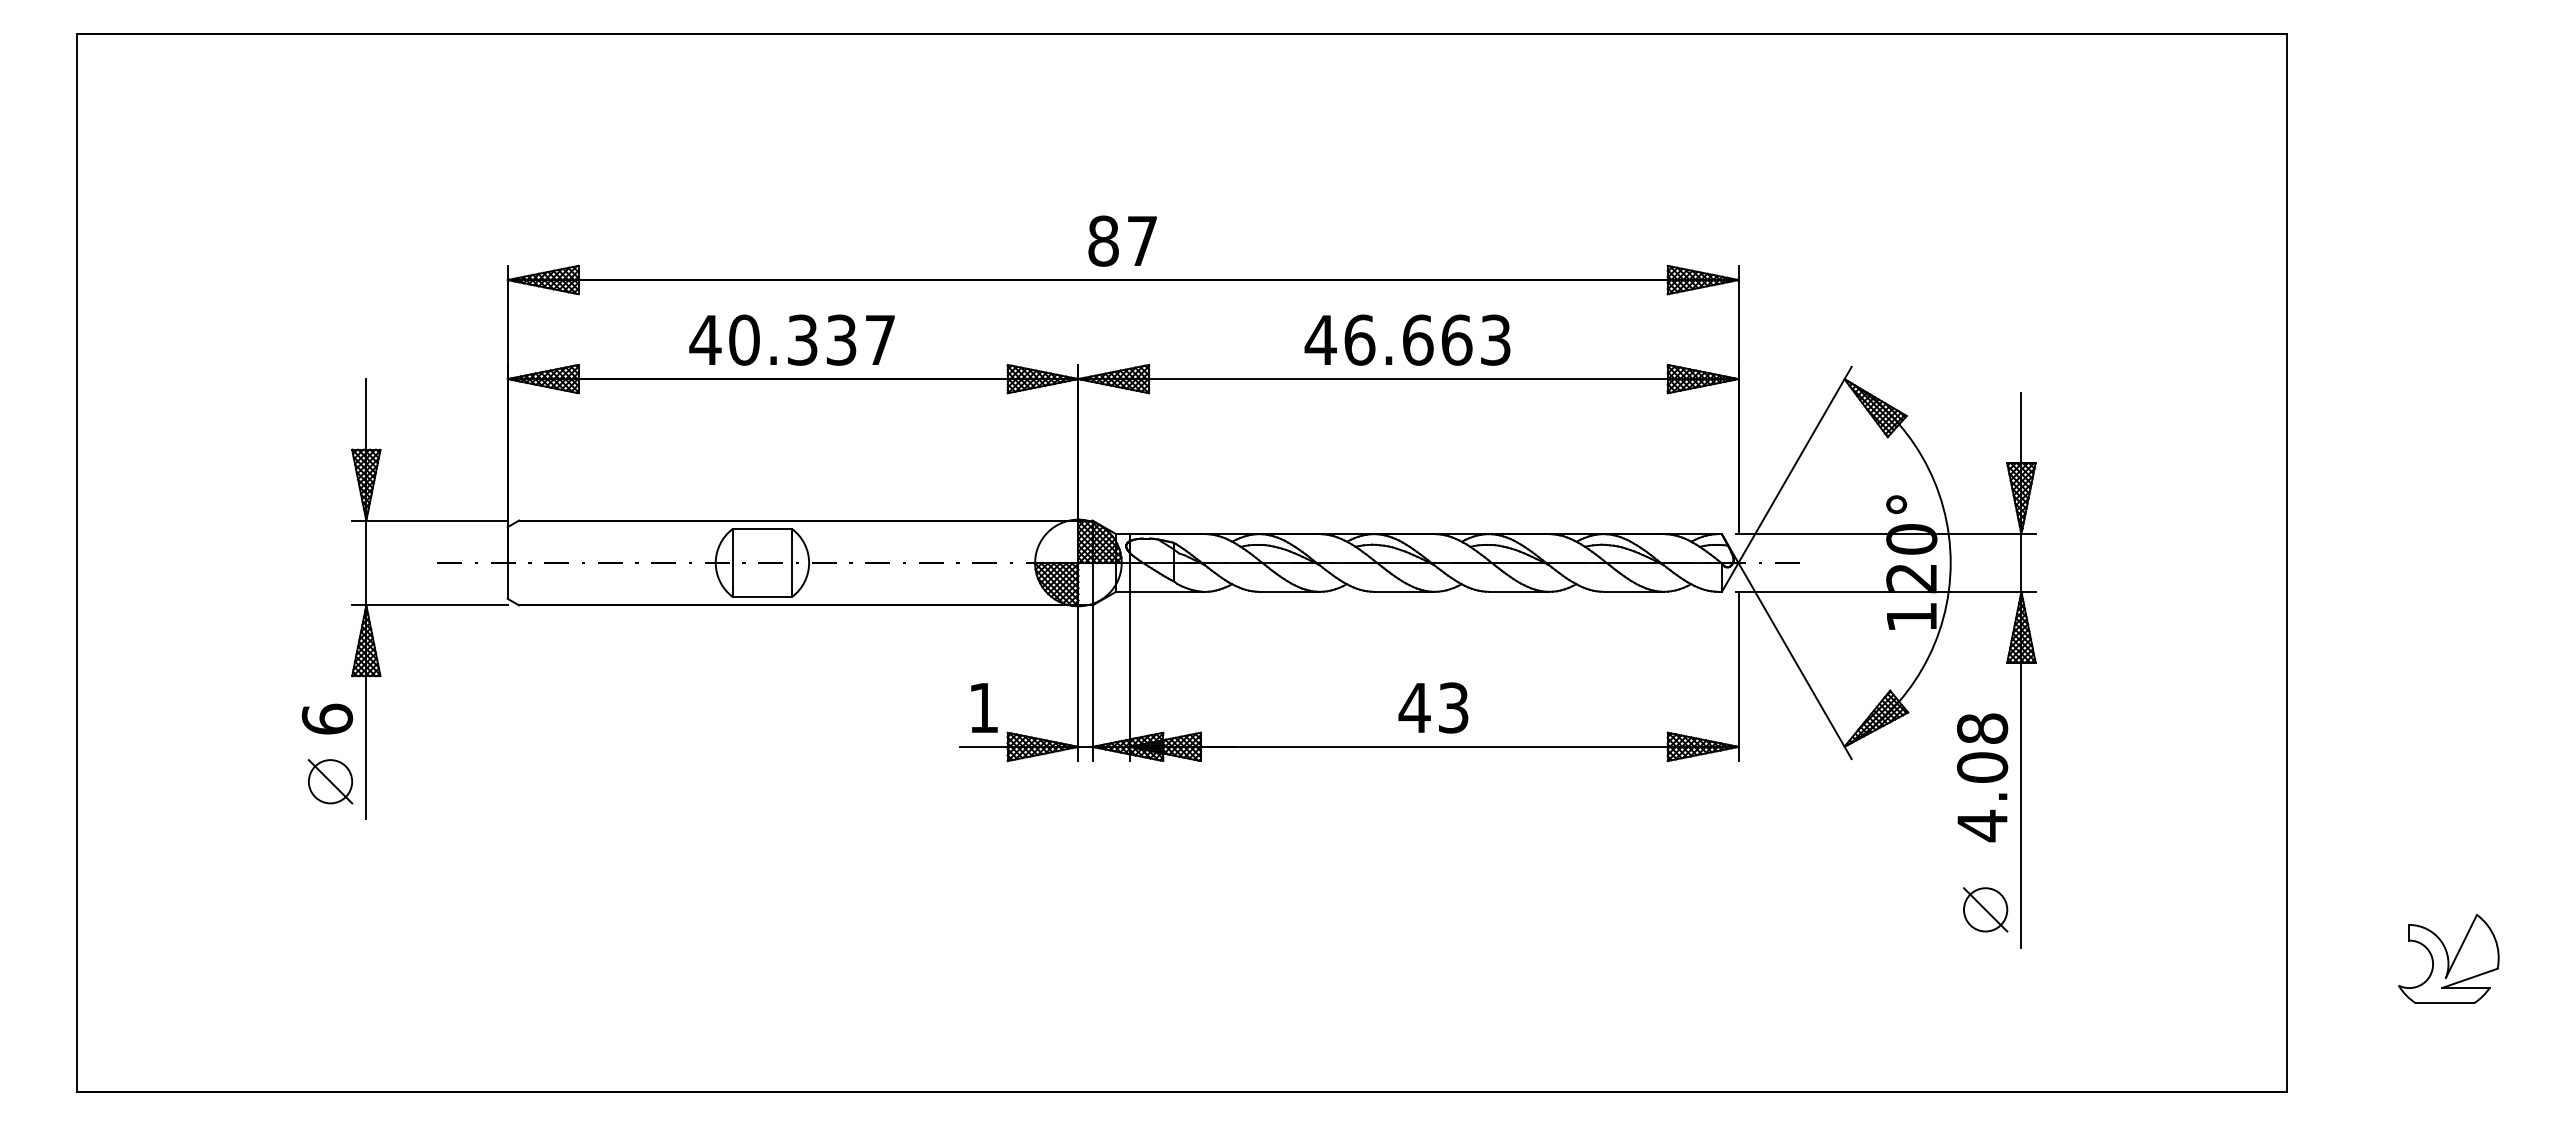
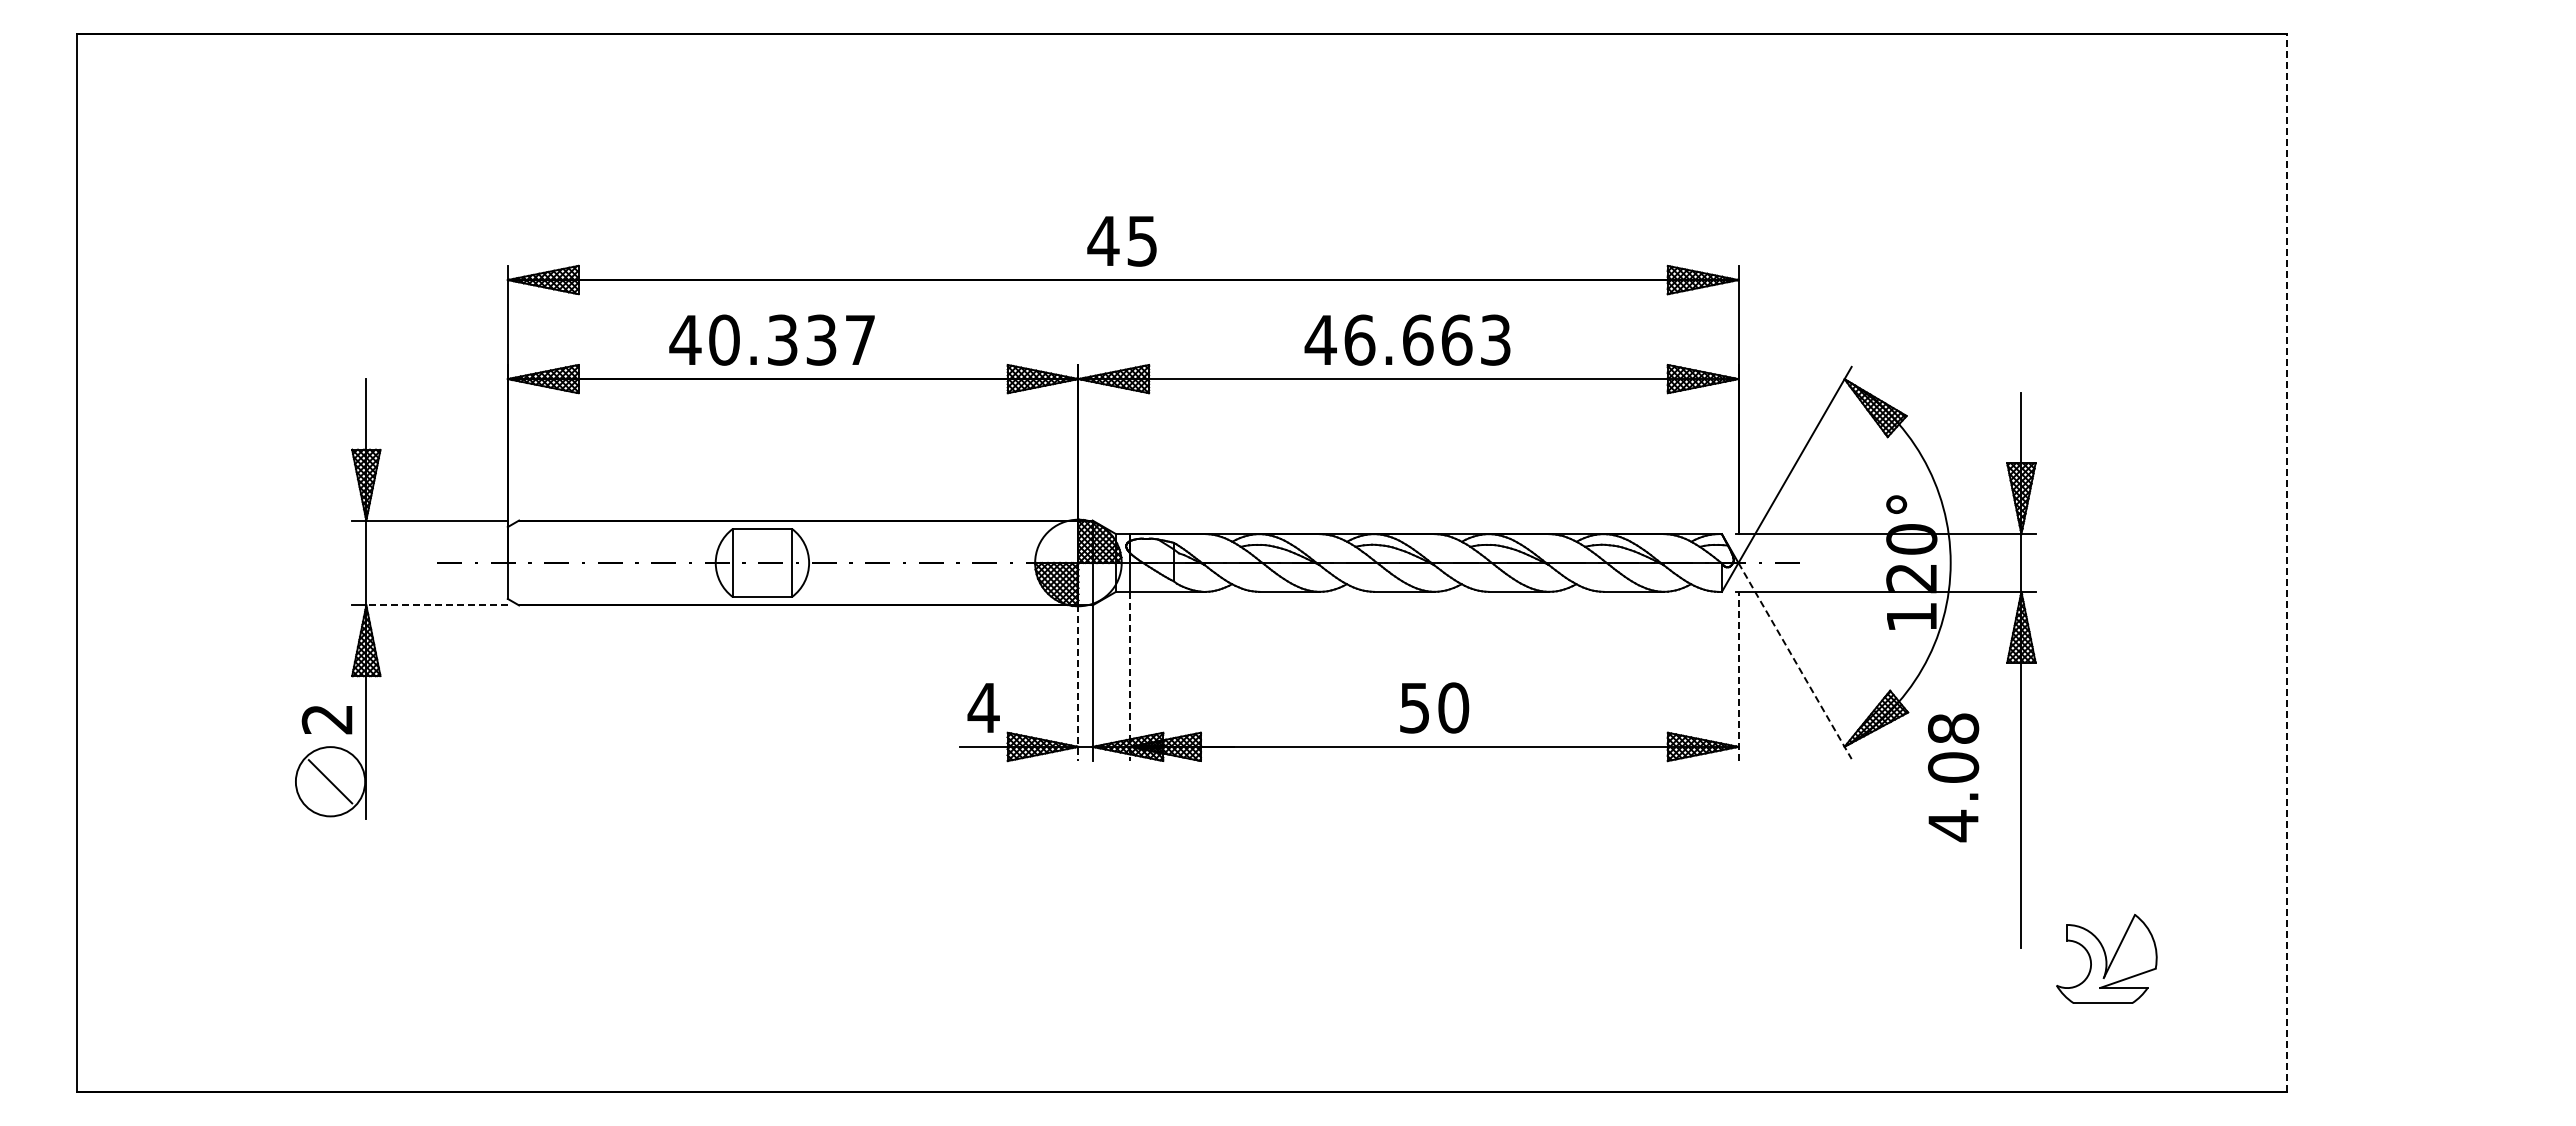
text at (1121, 240): 87 -> 45
text at (791, 339) position: (791, 339) -> (771, 339)
line at (2286, 562): solid -> dashed
line at (437, 605): solid -> dashed
line at (1795, 661): solid -> dashed
line at (1130, 676): solid -> dashed
line at (1738, 676): solid -> dashed
line at (1078, 683): solid -> dashed
text at (983, 707): 1 -> 4
text at (1433, 707): 43 -> 50
text at (327, 718): 6 -> 2
text at (1982, 777) position: (1982, 777) -> (1953, 777)
circle at (330, 781) diameter: 43 px -> 69 px
part at (1985, 909): present -> none
part at (2448, 958) position: (2448, 958) -> (2106, 958)
